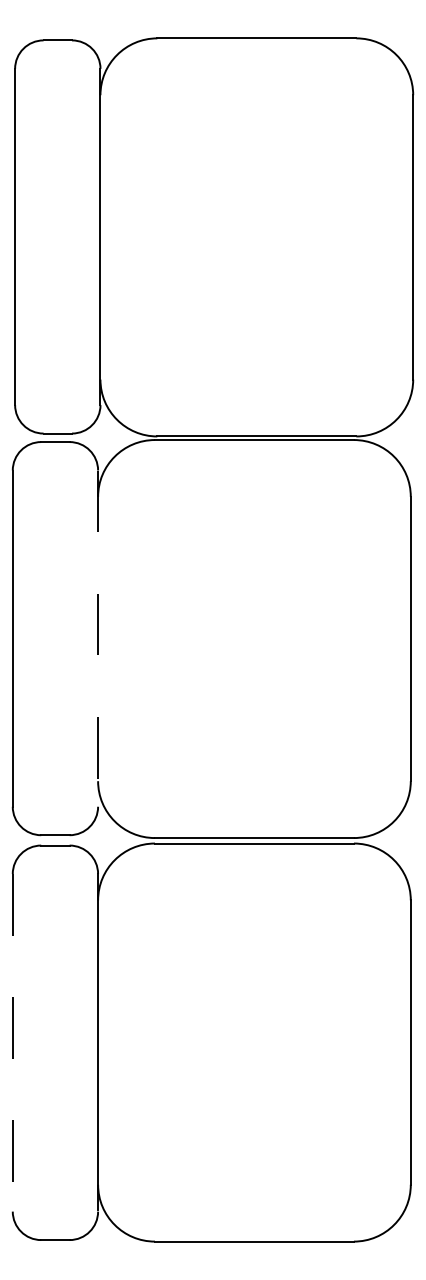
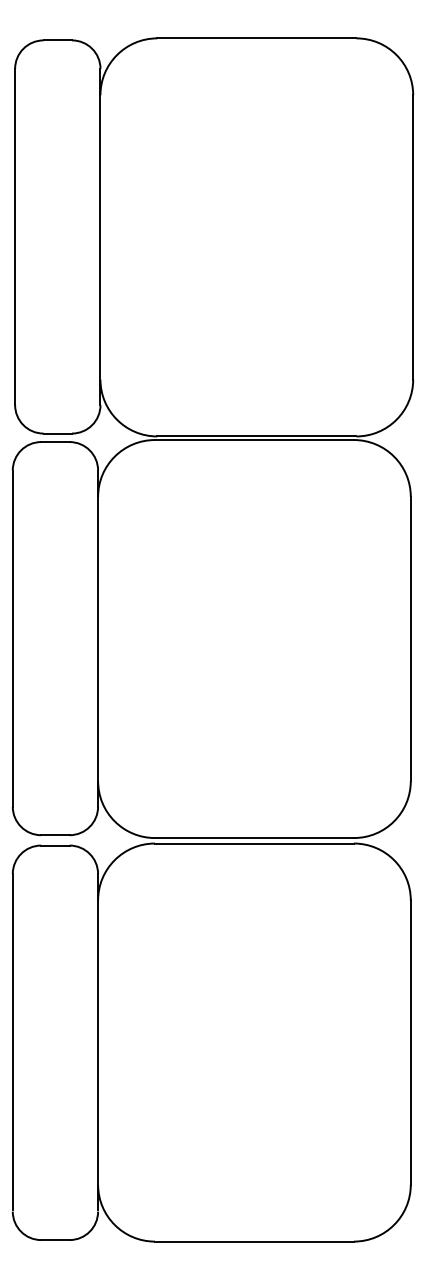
line at (98, 639): dashed -> solid
line at (12, 1042): dashed -> solid
